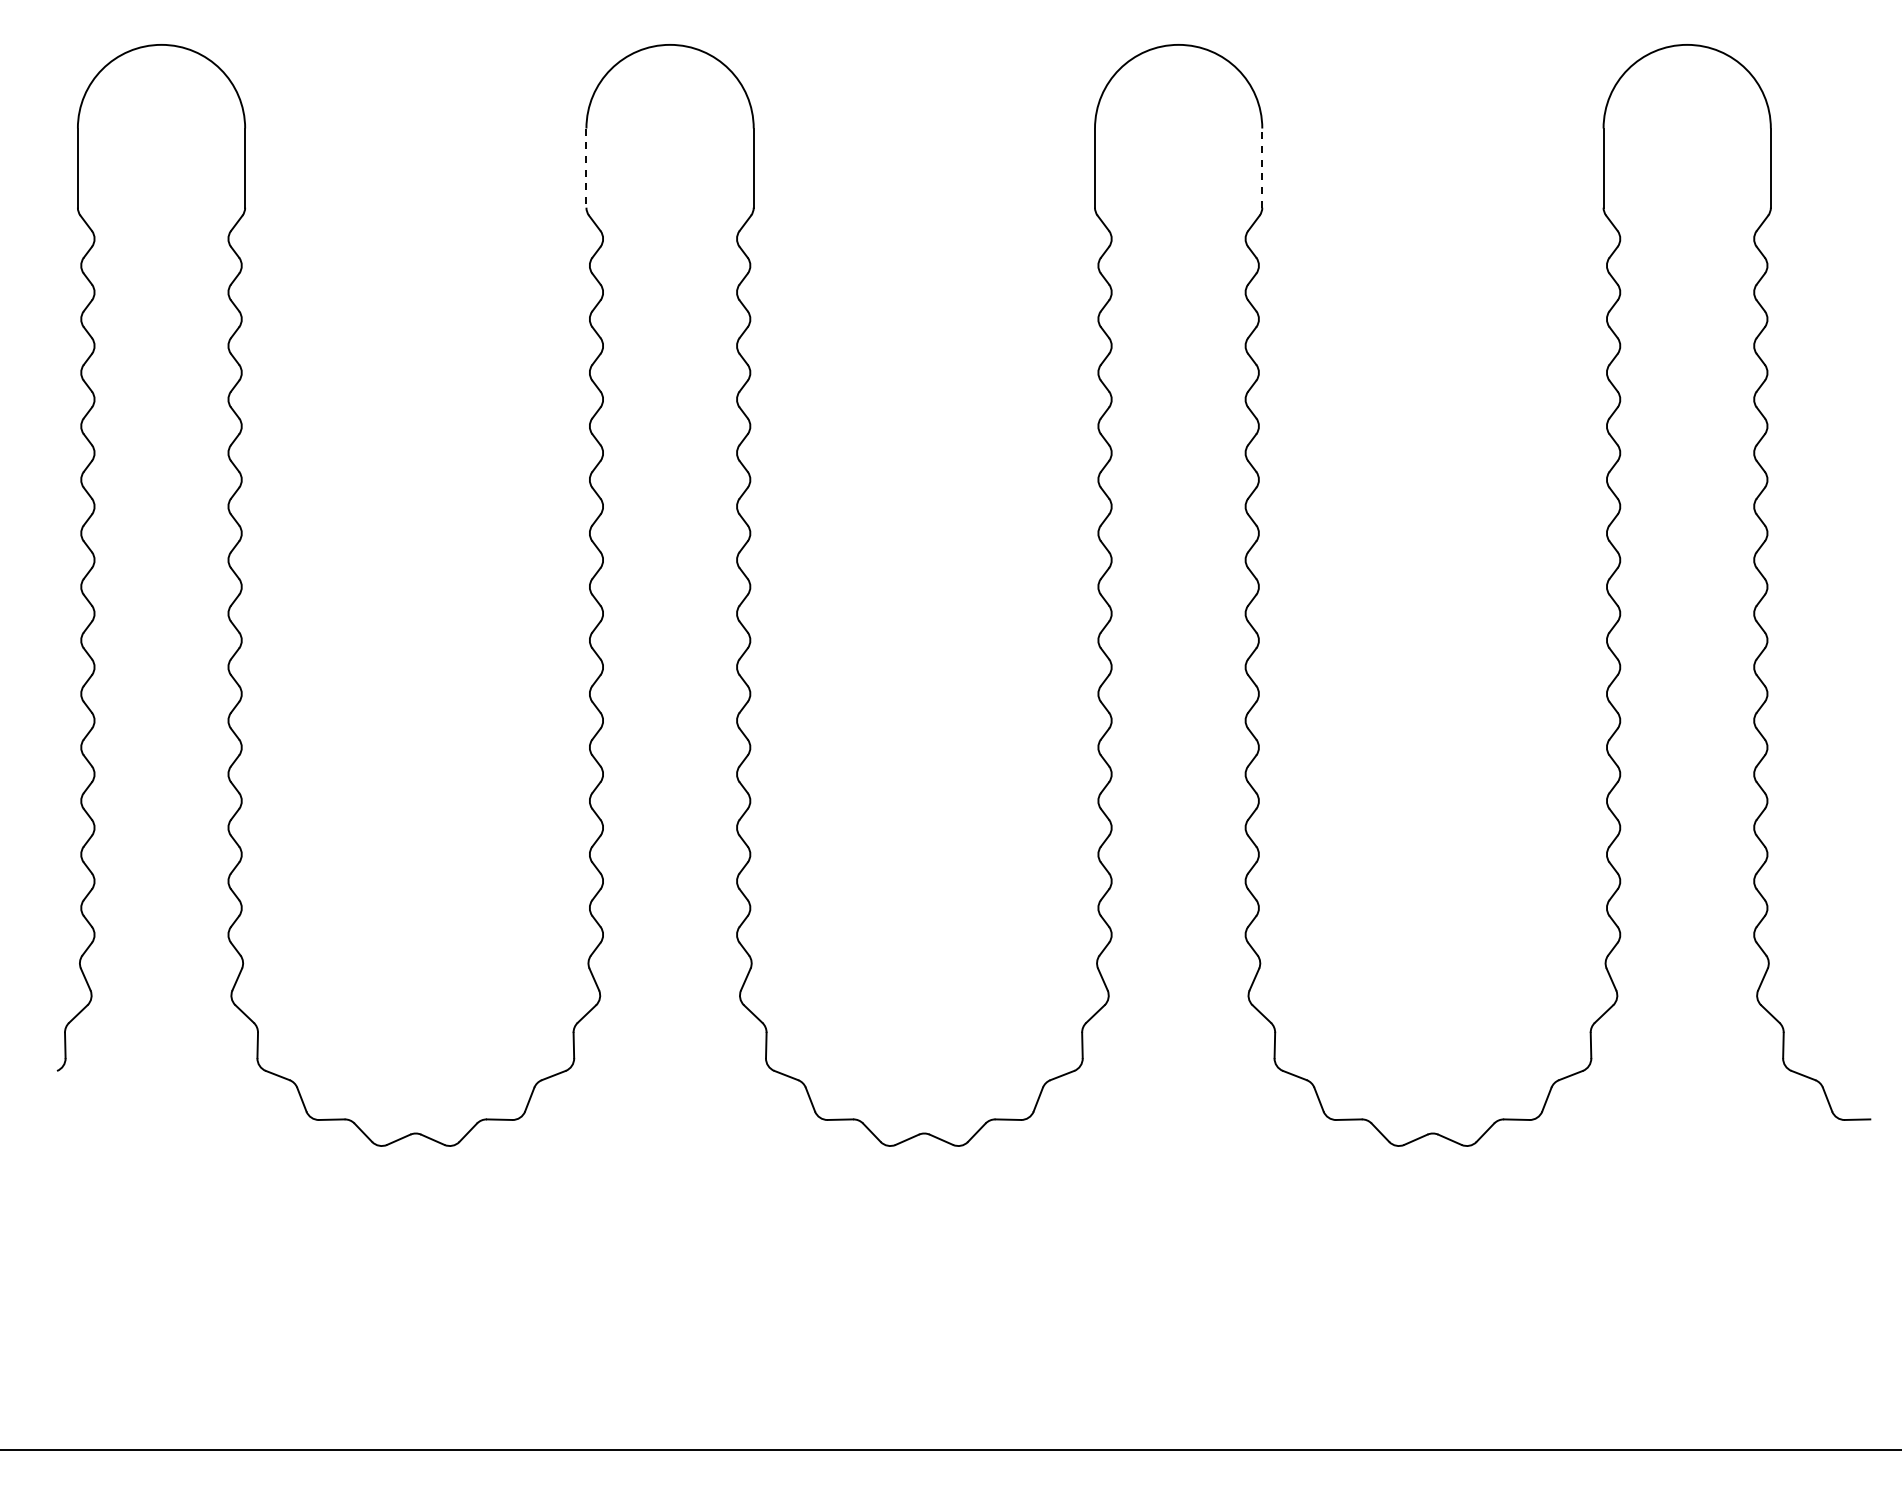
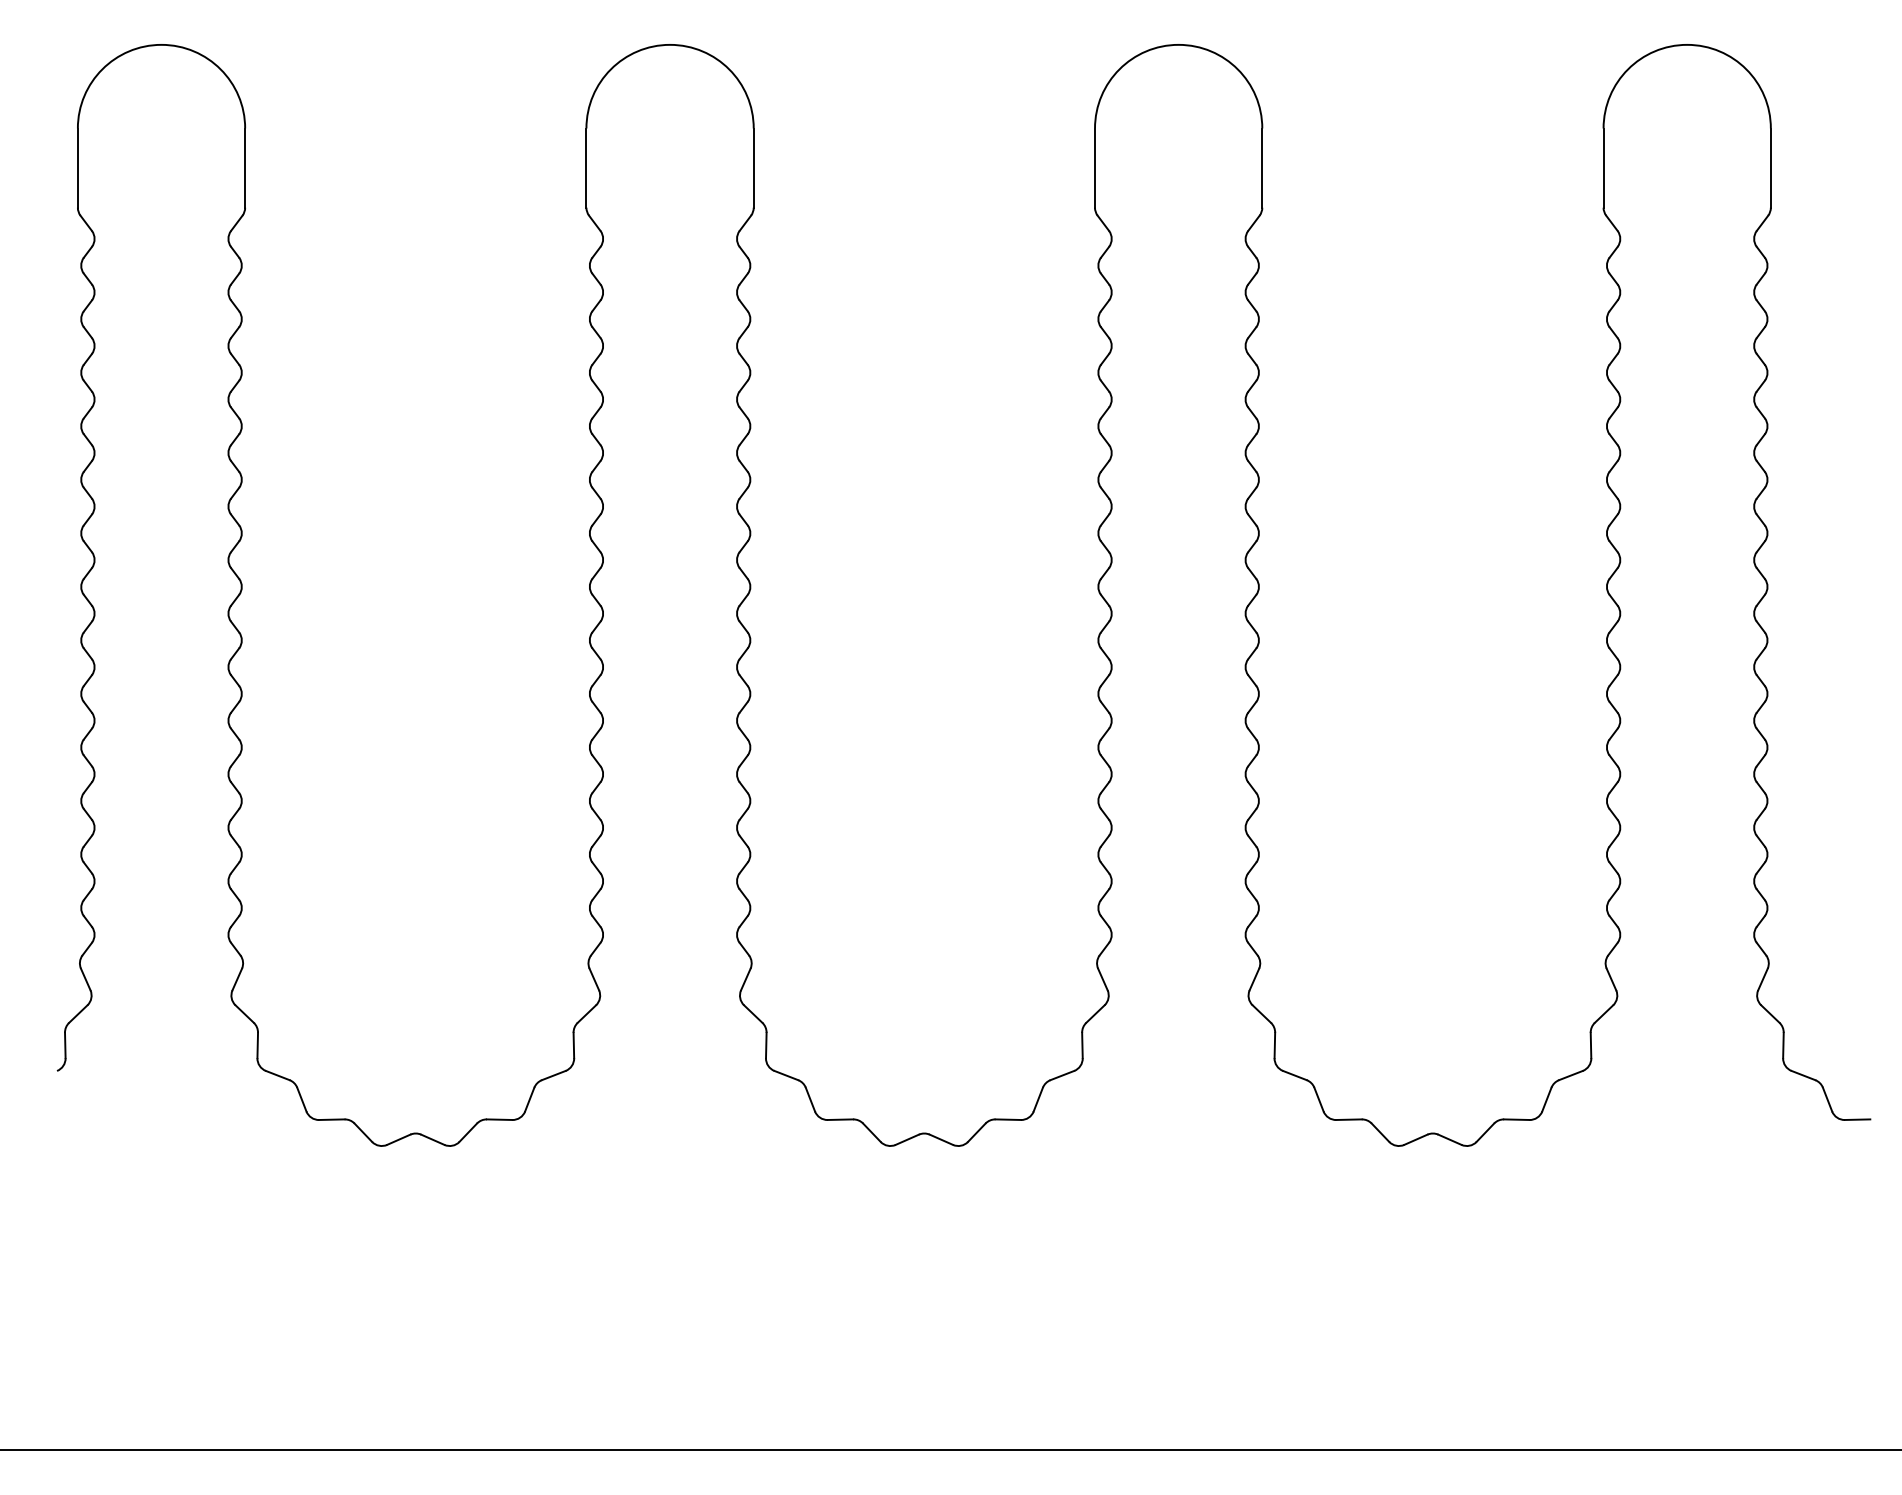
line at (586, 168): dashed -> solid
line at (1262, 168): dashed -> solid
